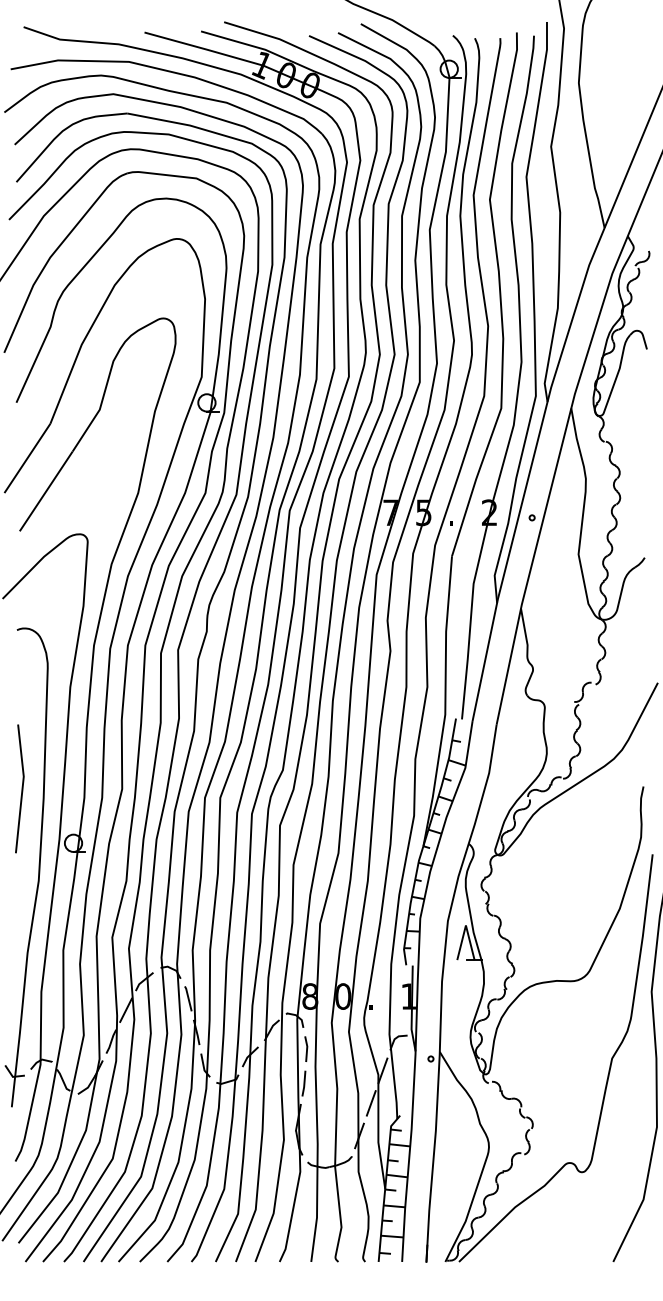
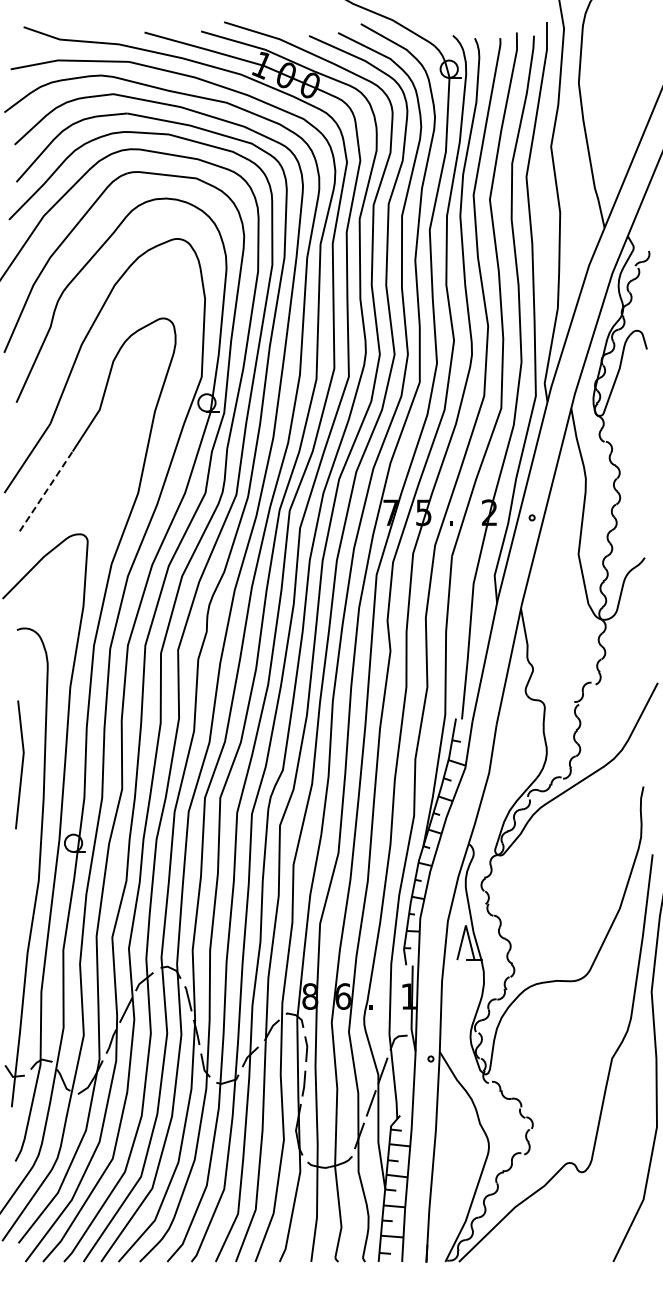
line at (46, 491): solid -> dashed
line at (21, 788) position: (21, 788) -> (21, 764)
text at (343, 996): 0 -> 6
